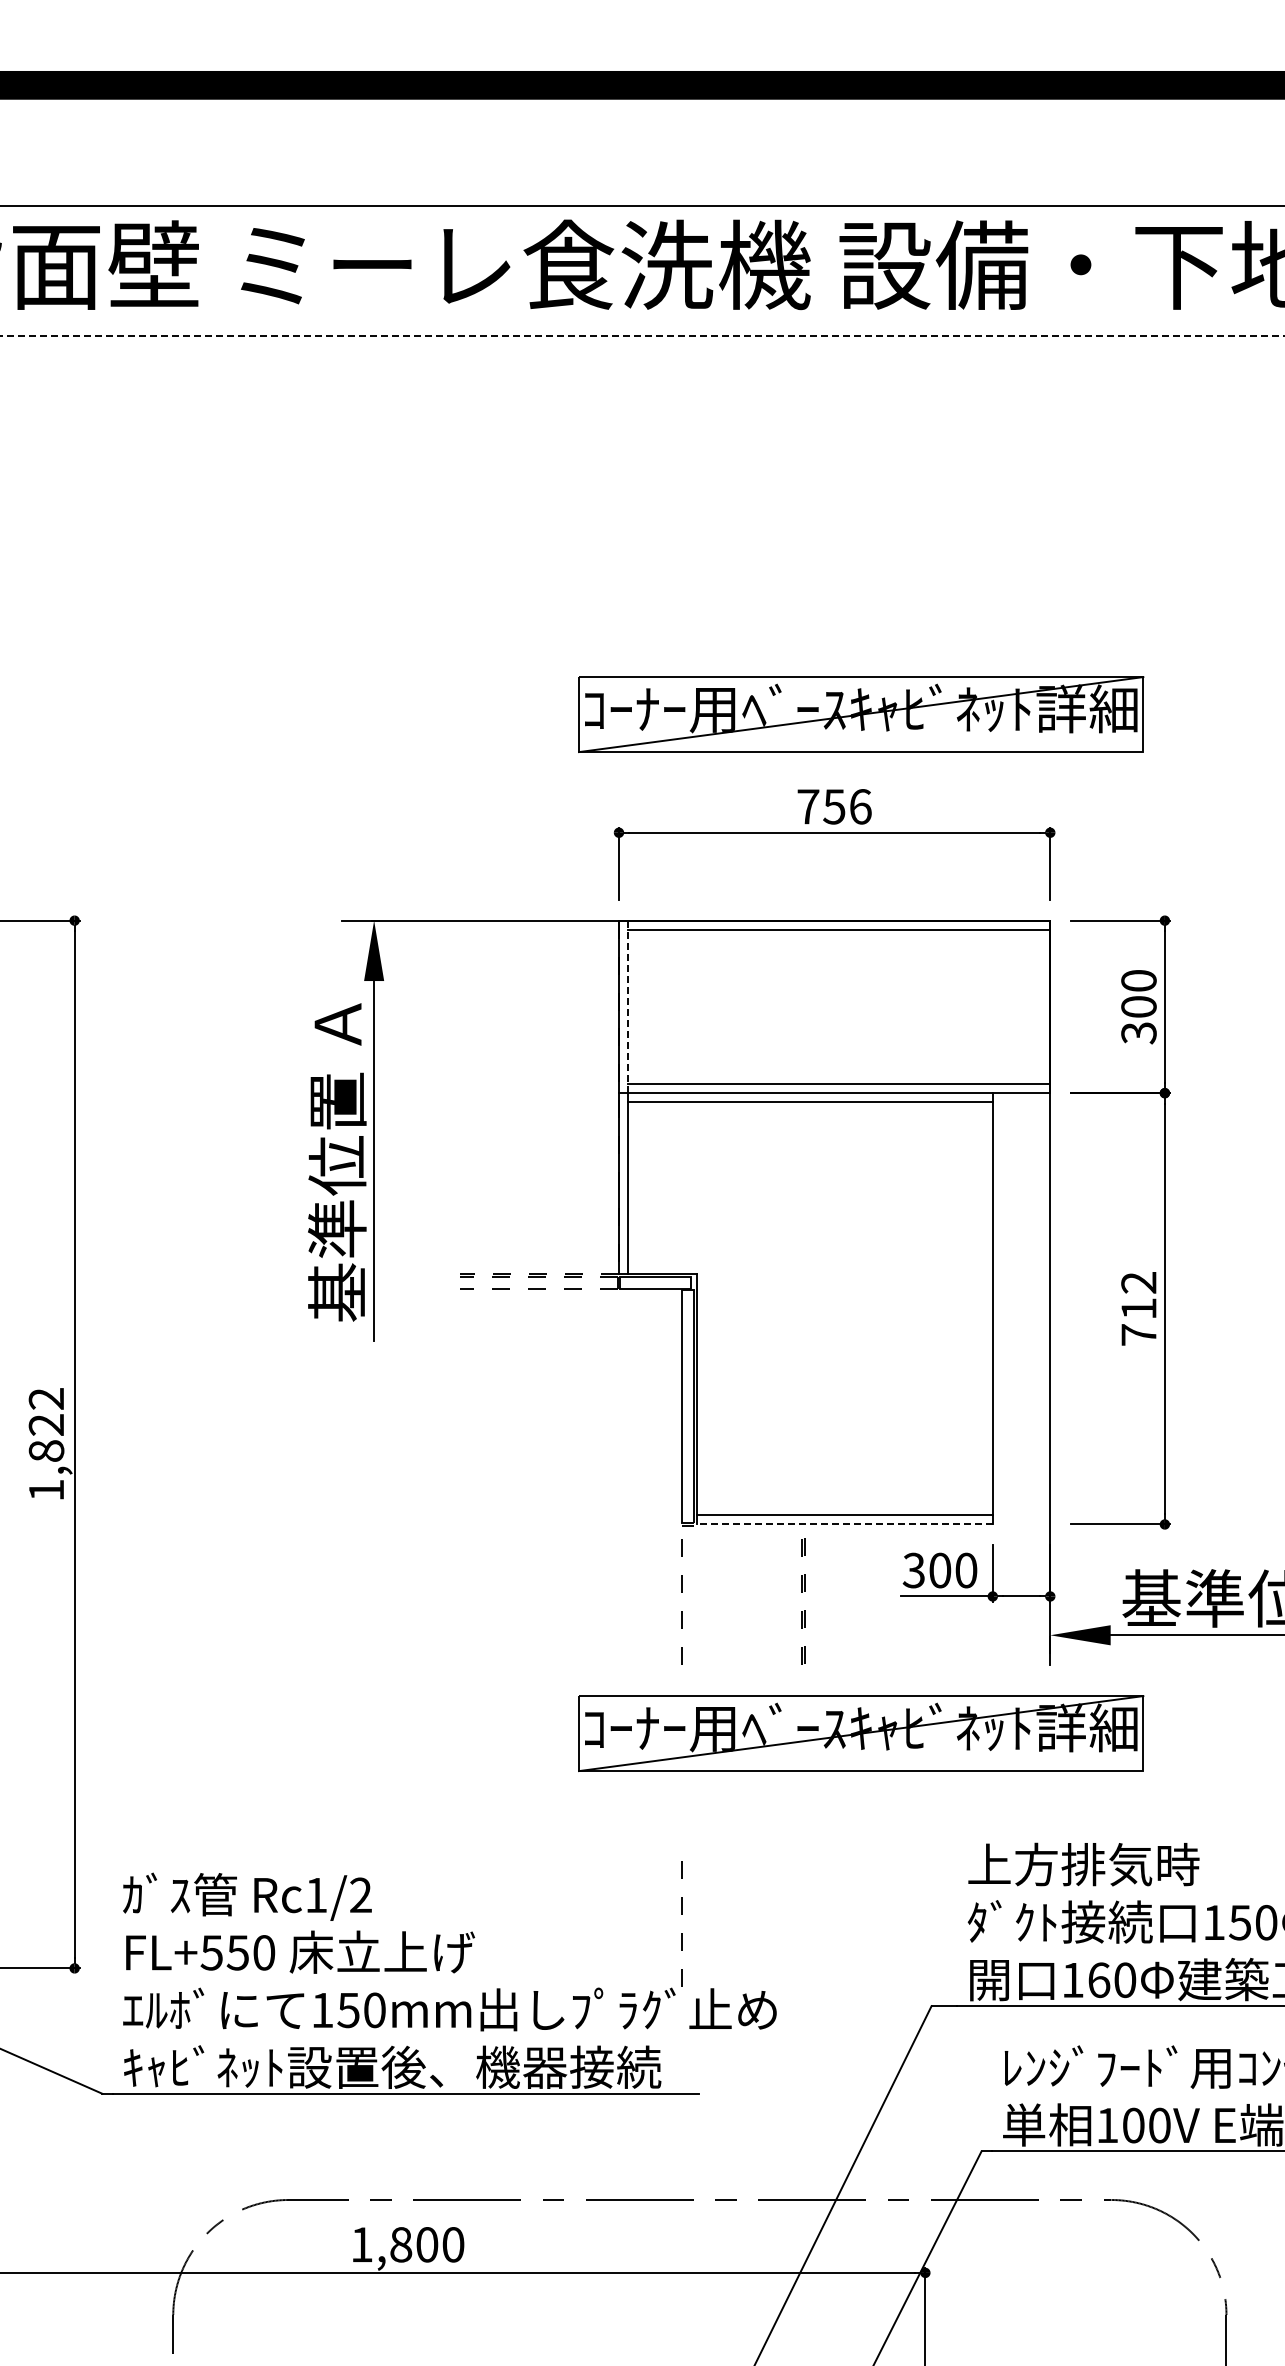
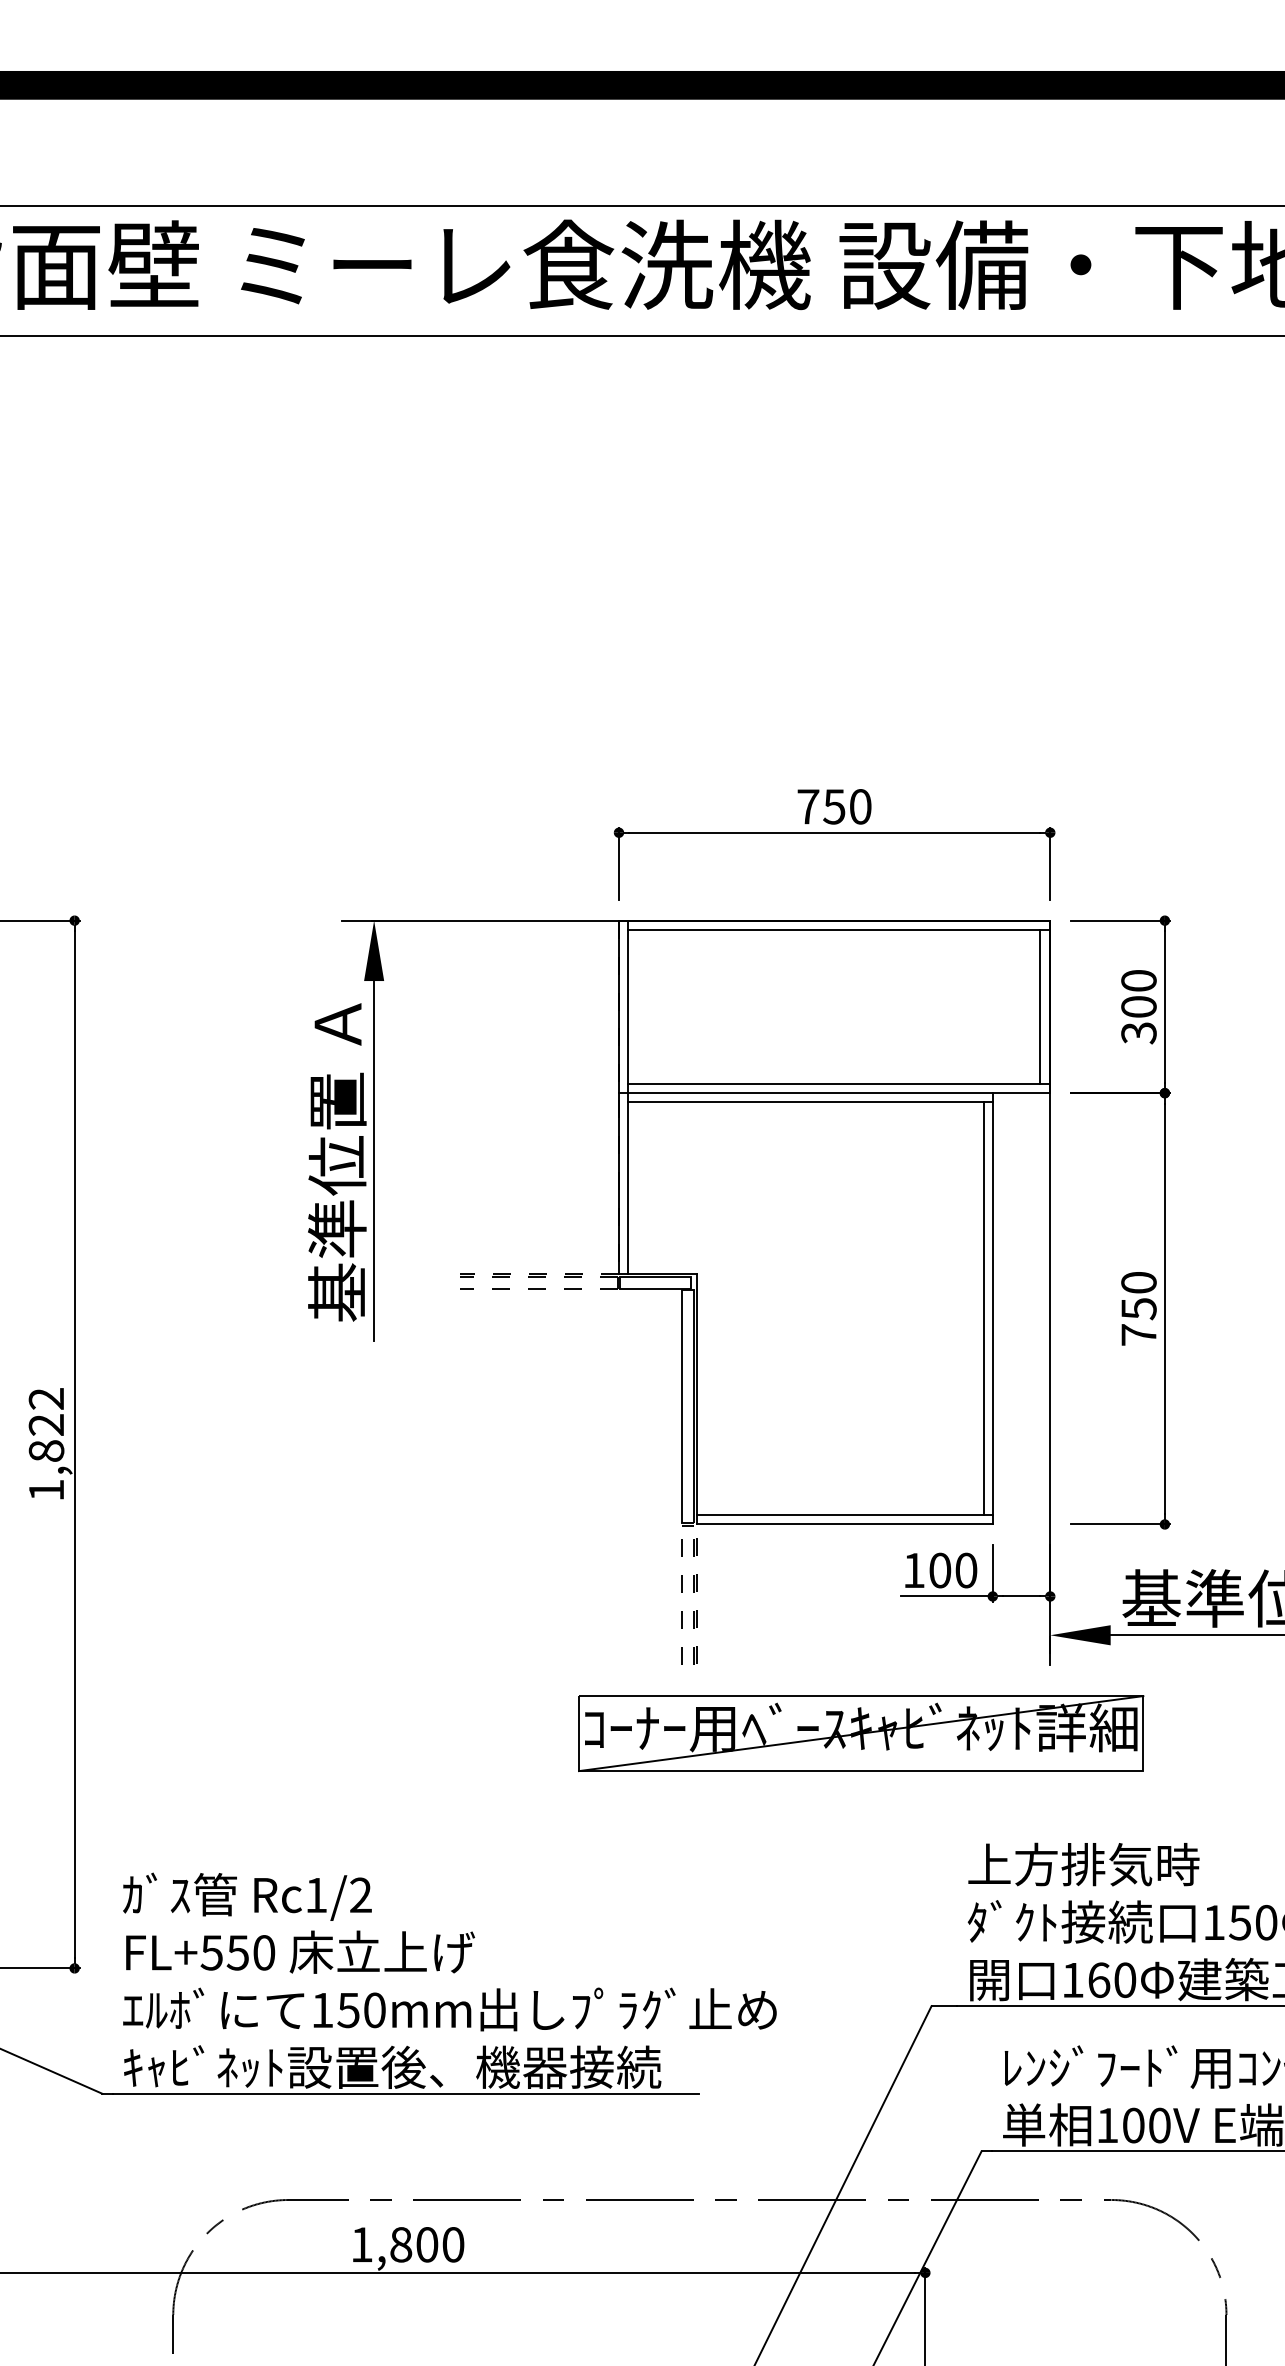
line at (642, 336): dashed -> solid
part at (861, 714): present -> none
text at (860, 806): 756 -> 750
line at (1039, 1006): none -> present
line at (628, 1007): dashed -> solid
text at (1138, 1296): 712 -> 750
line at (983, 1308): none -> present
line at (844, 1524): dashed -> solid
text at (913, 1570): 300 -> 100
part at (802, 1592) position: (802, 1592) -> (694, 1592)
line at (681, 1914): present -> none
